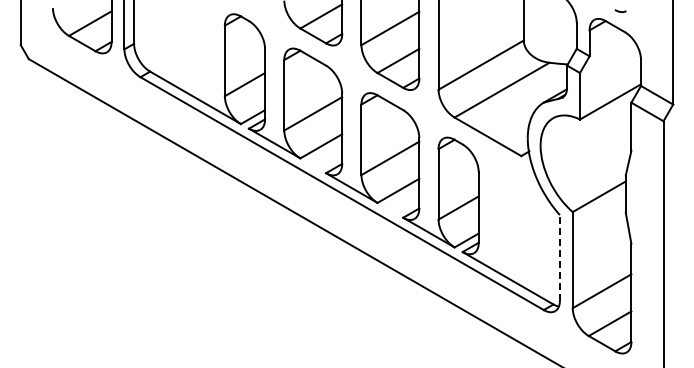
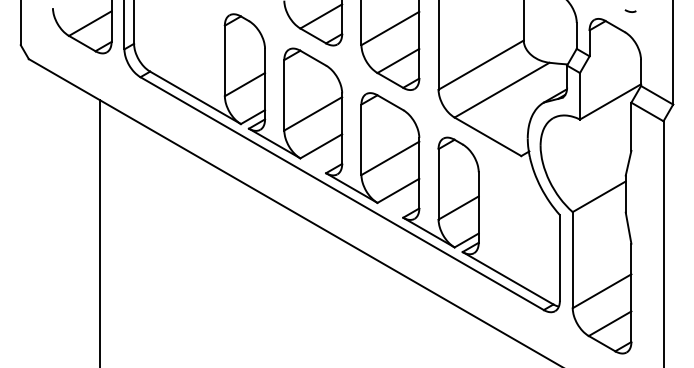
curve at (619, 10) position: (619, 10) -> (629, 10)
line at (99, 231): none -> present
line at (559, 257): dashed -> solid
